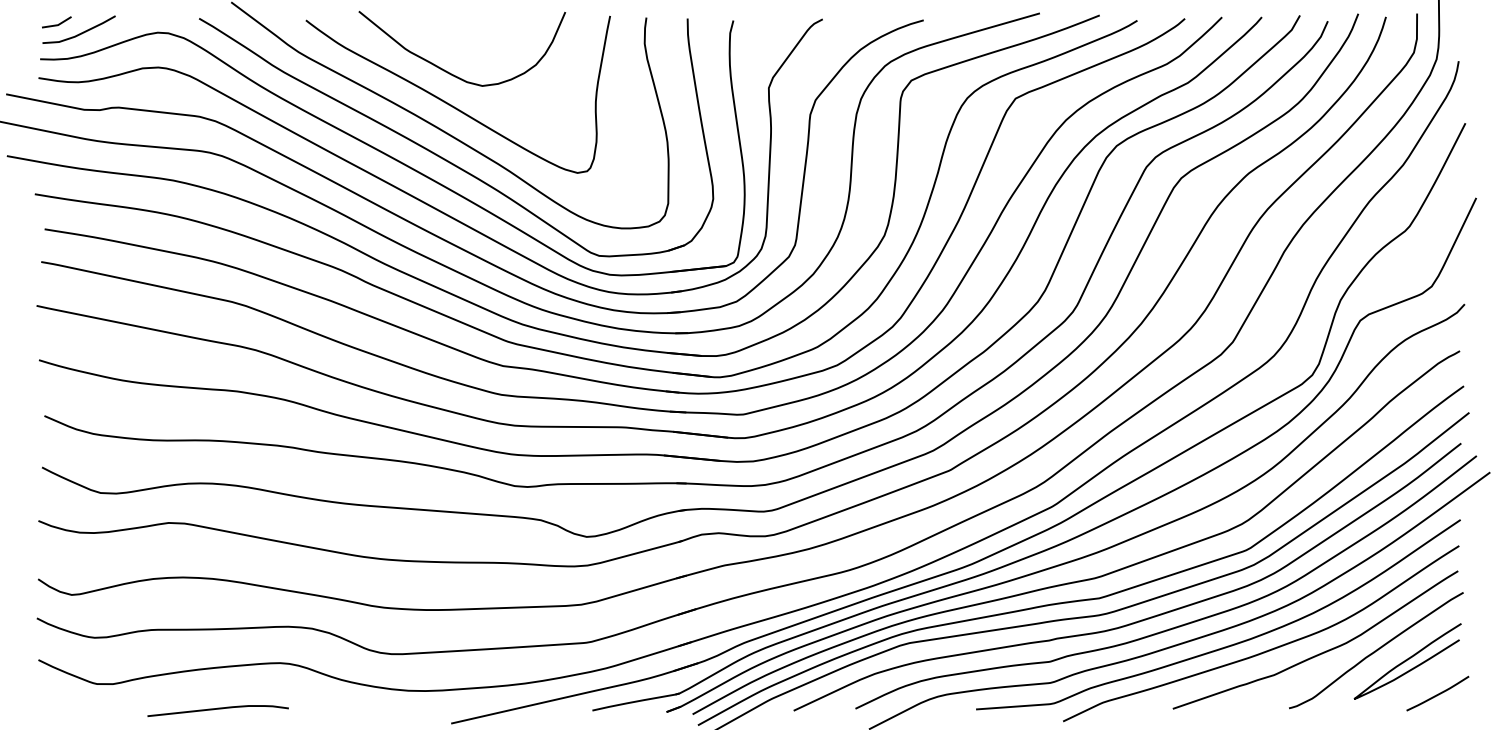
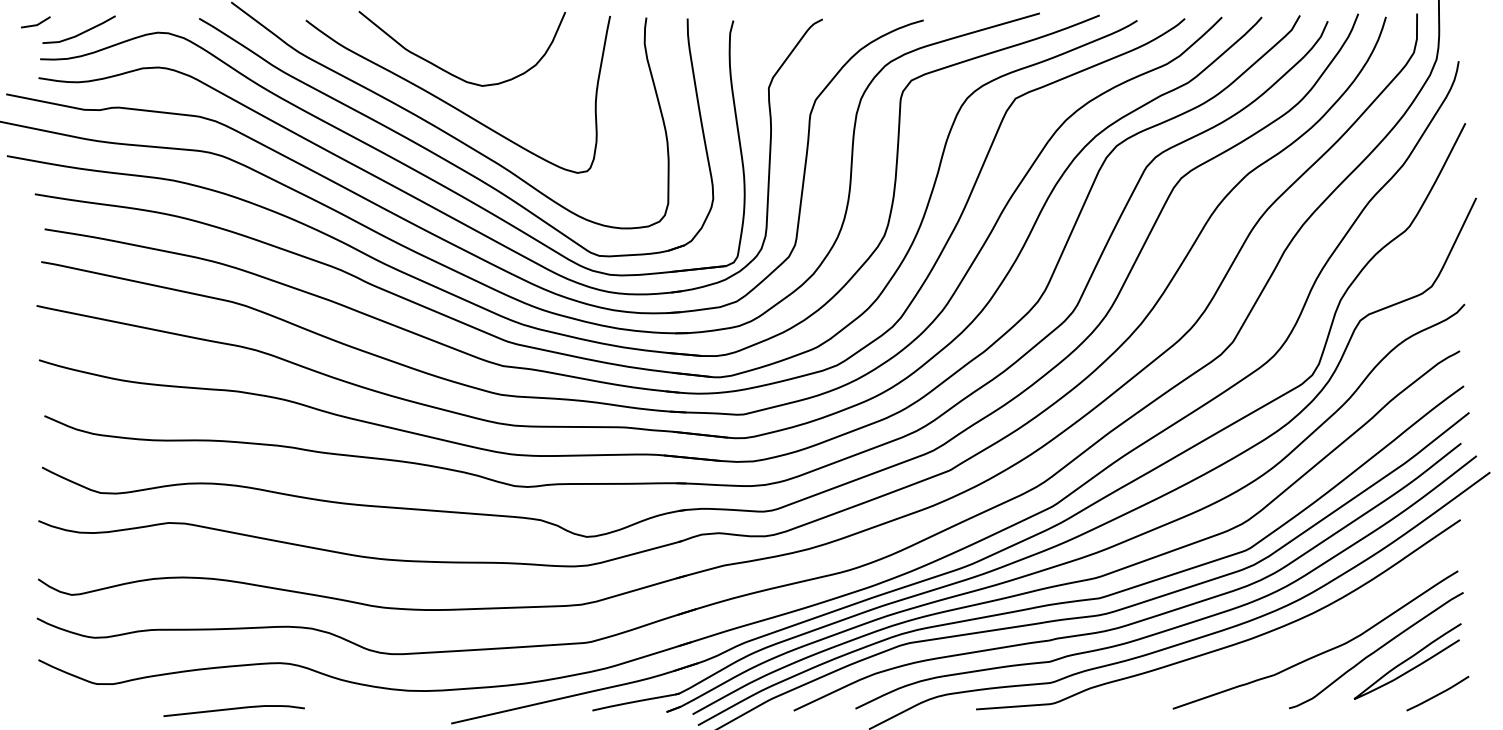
line at (56, 24) position: (56, 24) -> (35, 24)
curve at (1268, 649): present -> none
curve at (217, 709) position: (217, 709) -> (233, 709)
